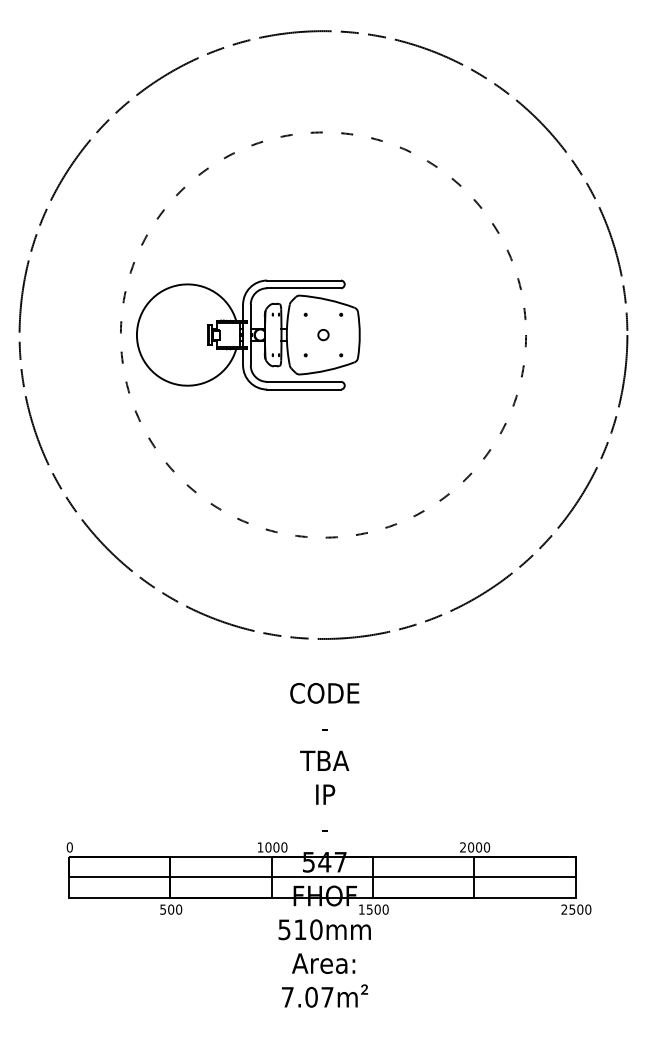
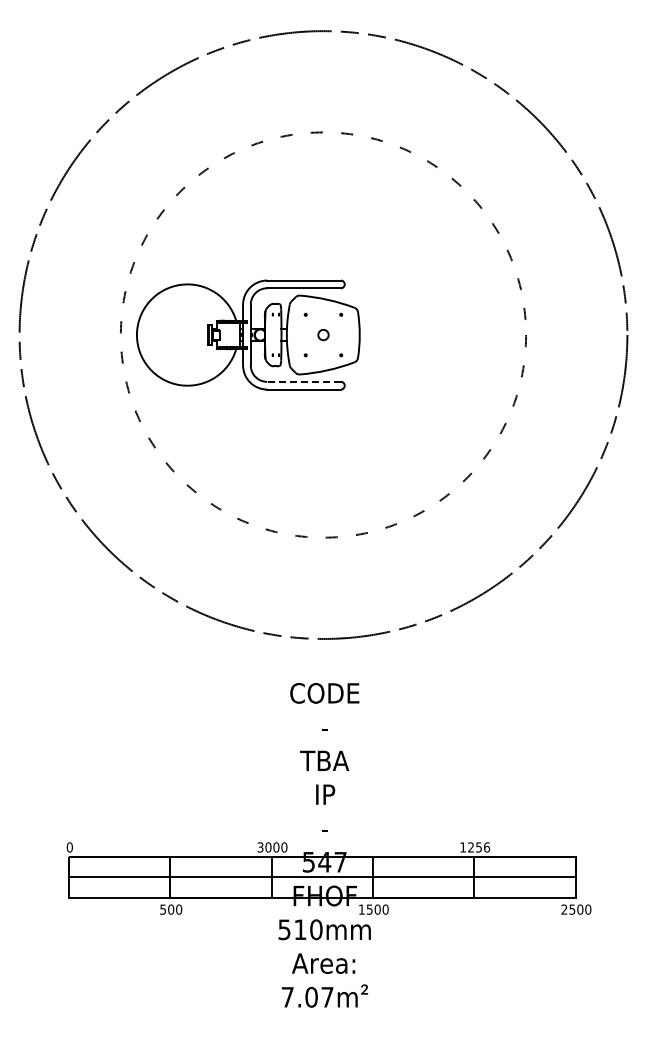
line at (304, 381): solid -> dashed
text at (260, 847): 1000 -> 3000
text at (475, 847): 2000 -> 1256
